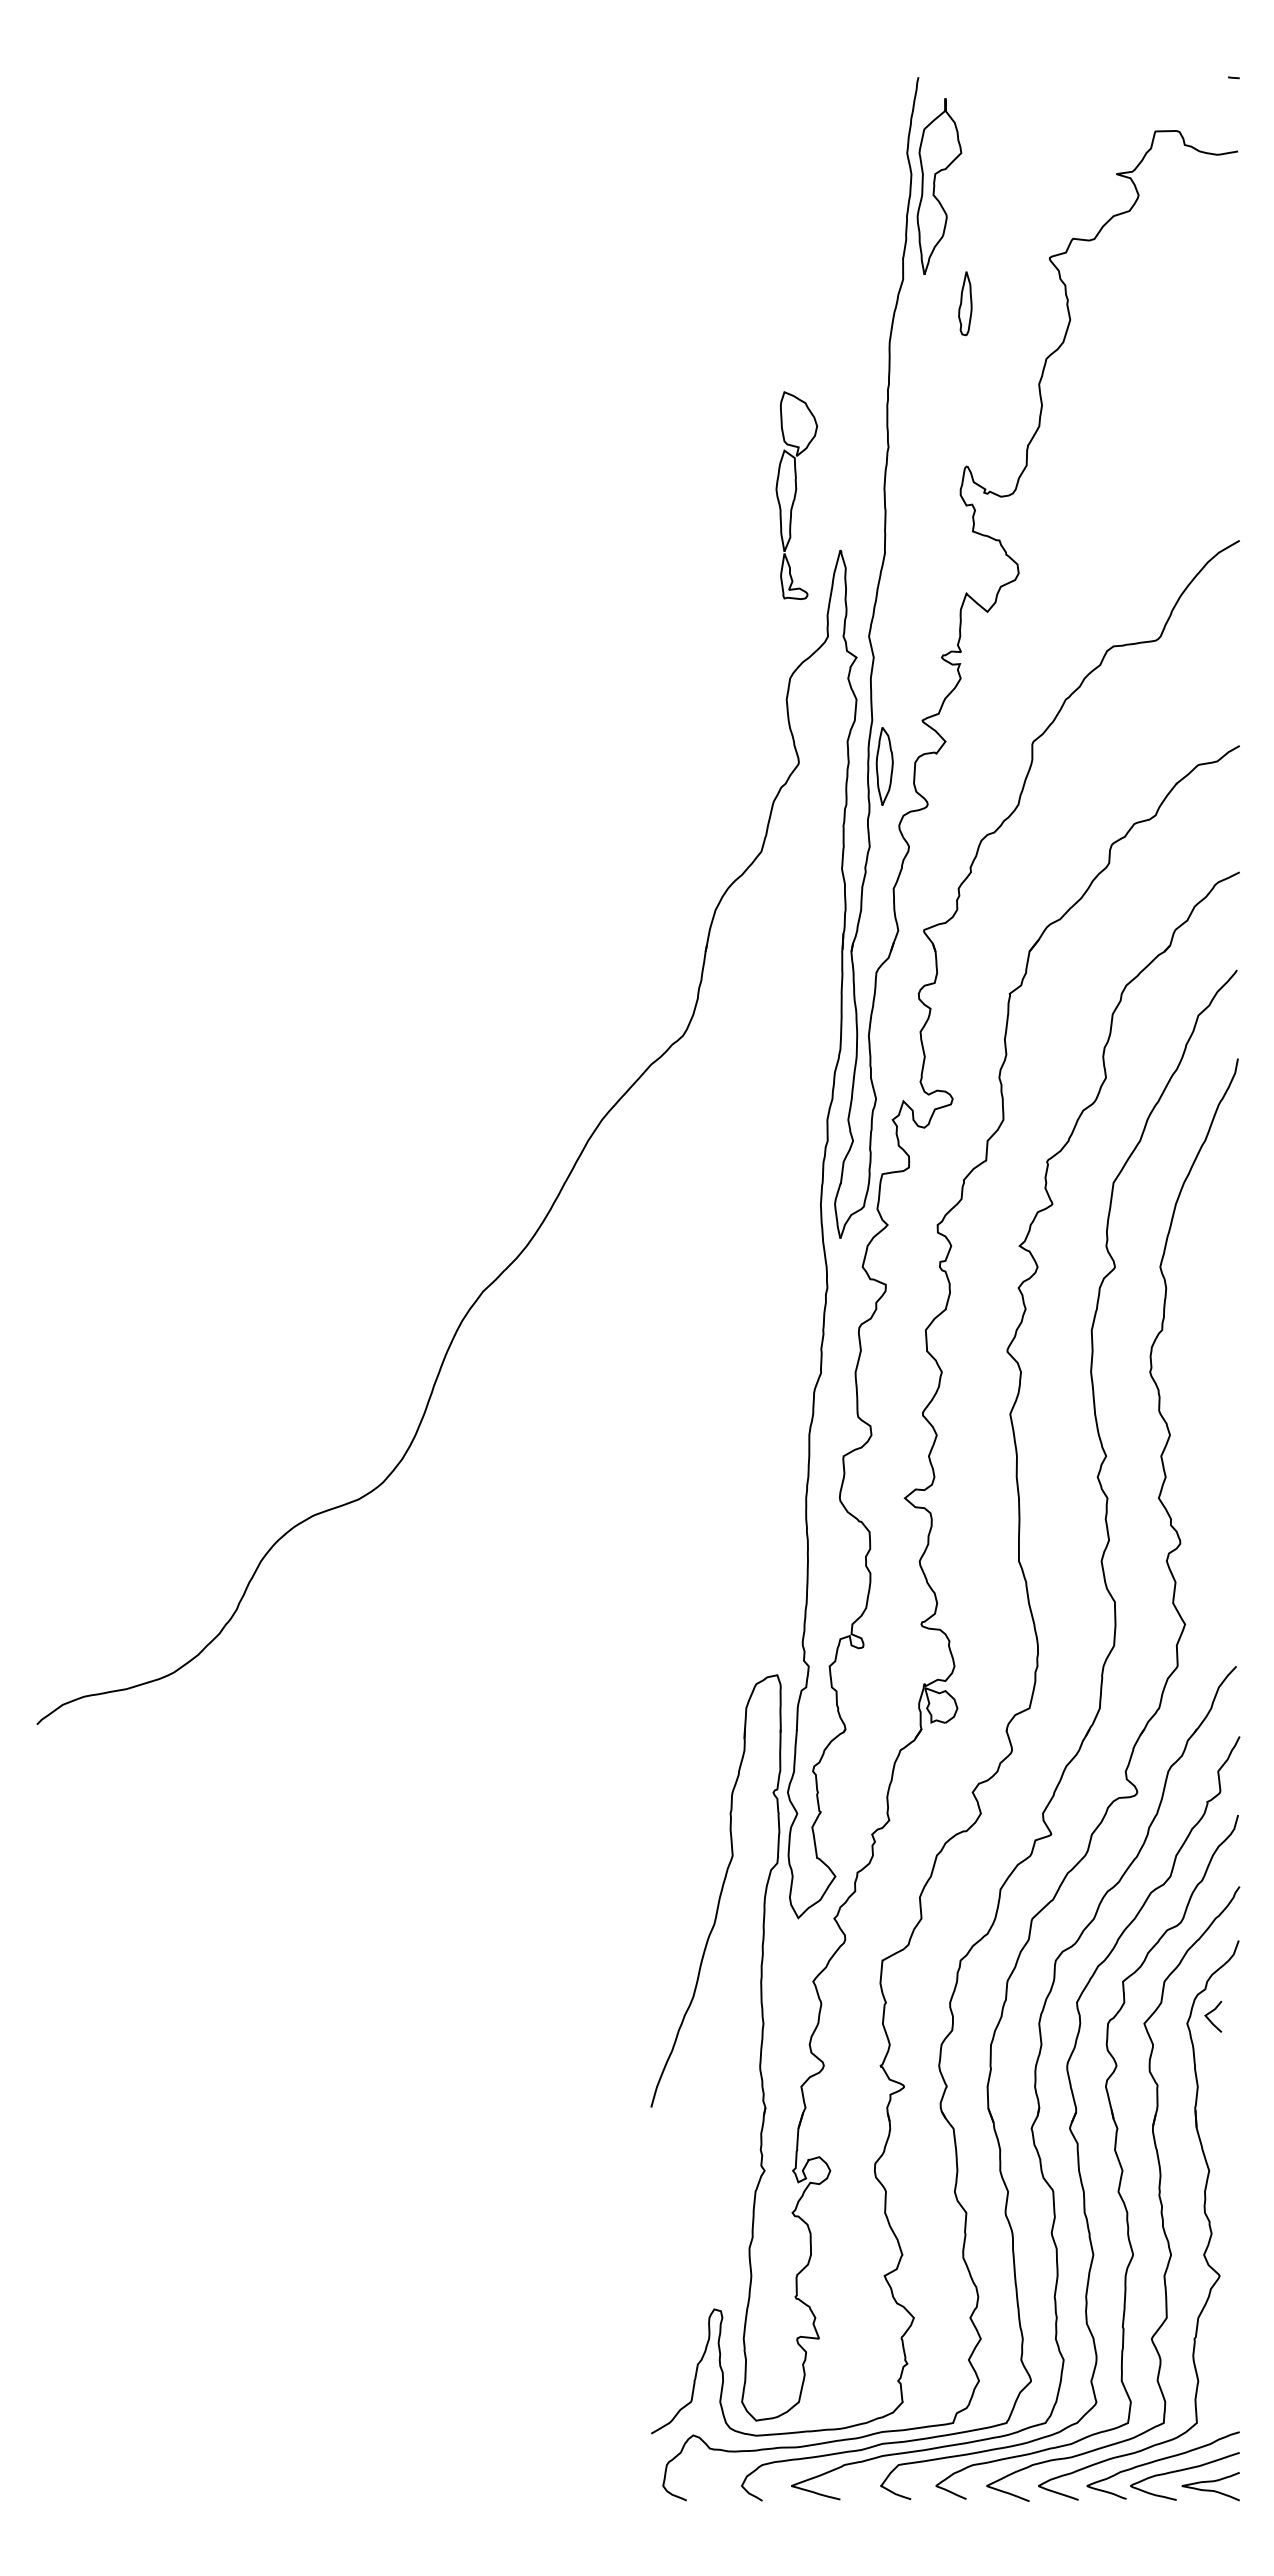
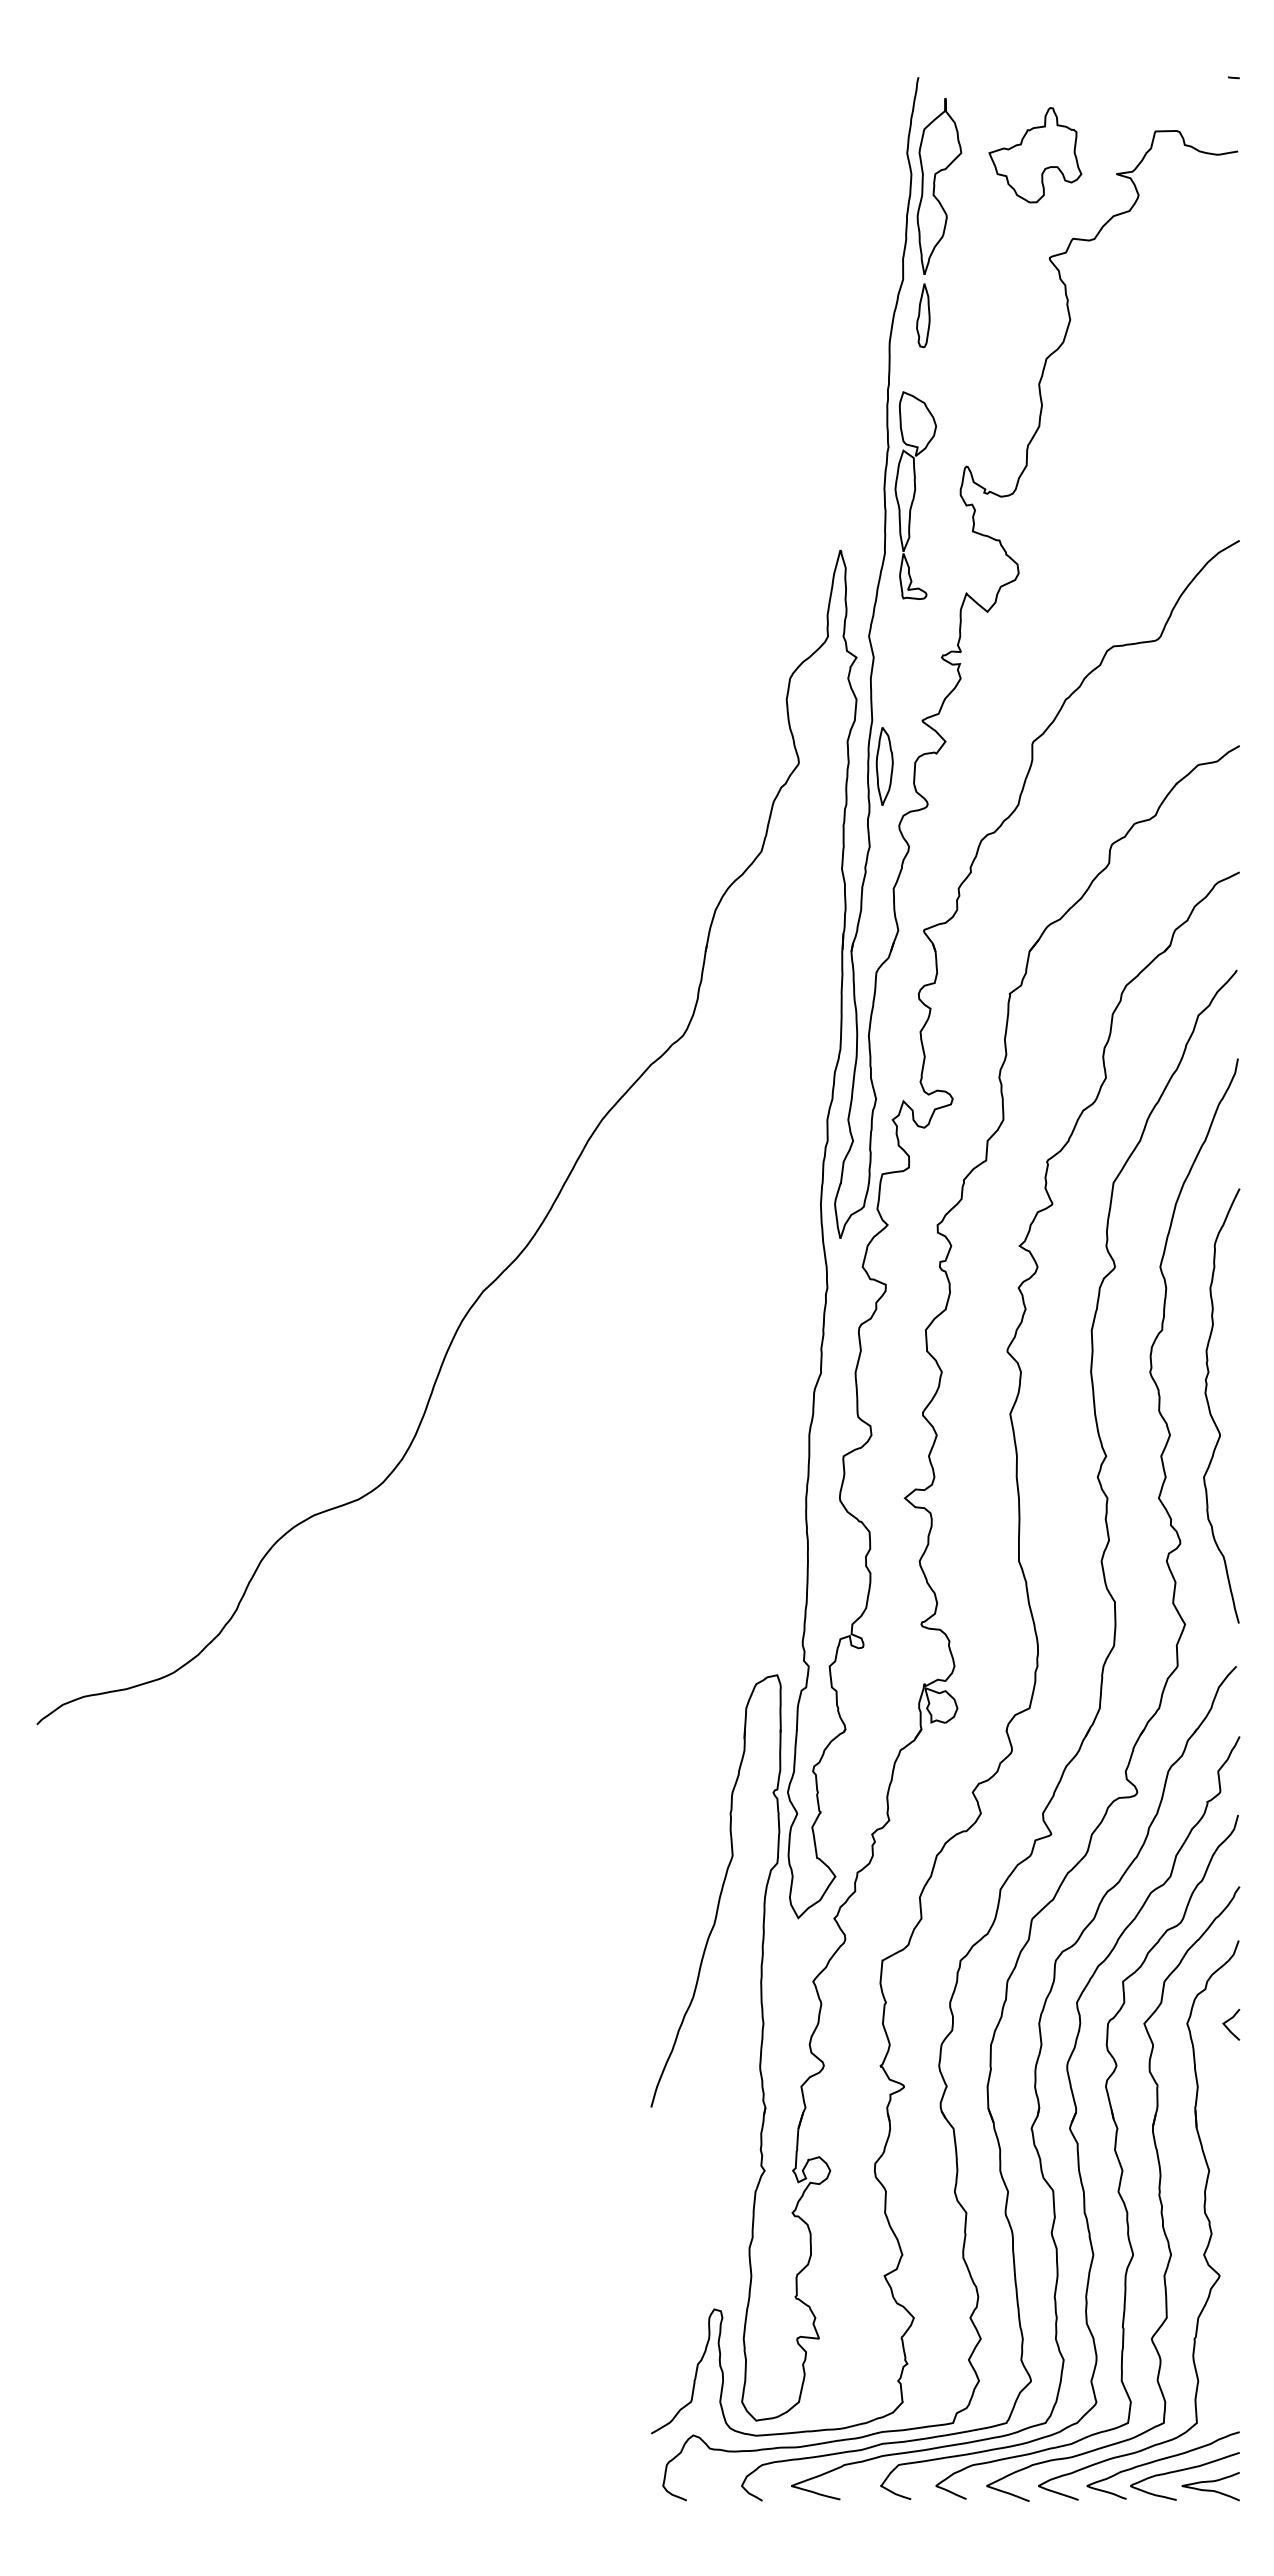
part at (1035, 155): none -> present
part at (965, 303) position: (965, 303) -> (923, 315)
part at (796, 495) position: (796, 495) -> (915, 495)
curve at (1210, 1408): none -> present
line at (1212, 2012) position: (1212, 2012) -> (1230, 2020)
